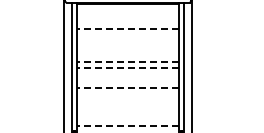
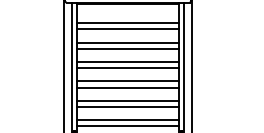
line at (127, 23): none -> present
line at (127, 29): dashed -> solid
line at (127, 42): none -> present
line at (127, 48): none -> present
line at (127, 62): dashed -> solid
line at (127, 68): dashed -> solid
line at (127, 81): none -> present
line at (127, 87): dashed -> solid
line at (127, 100): none -> present
line at (127, 106): none -> present
line at (127, 120): none -> present
line at (127, 126): dashed -> solid
